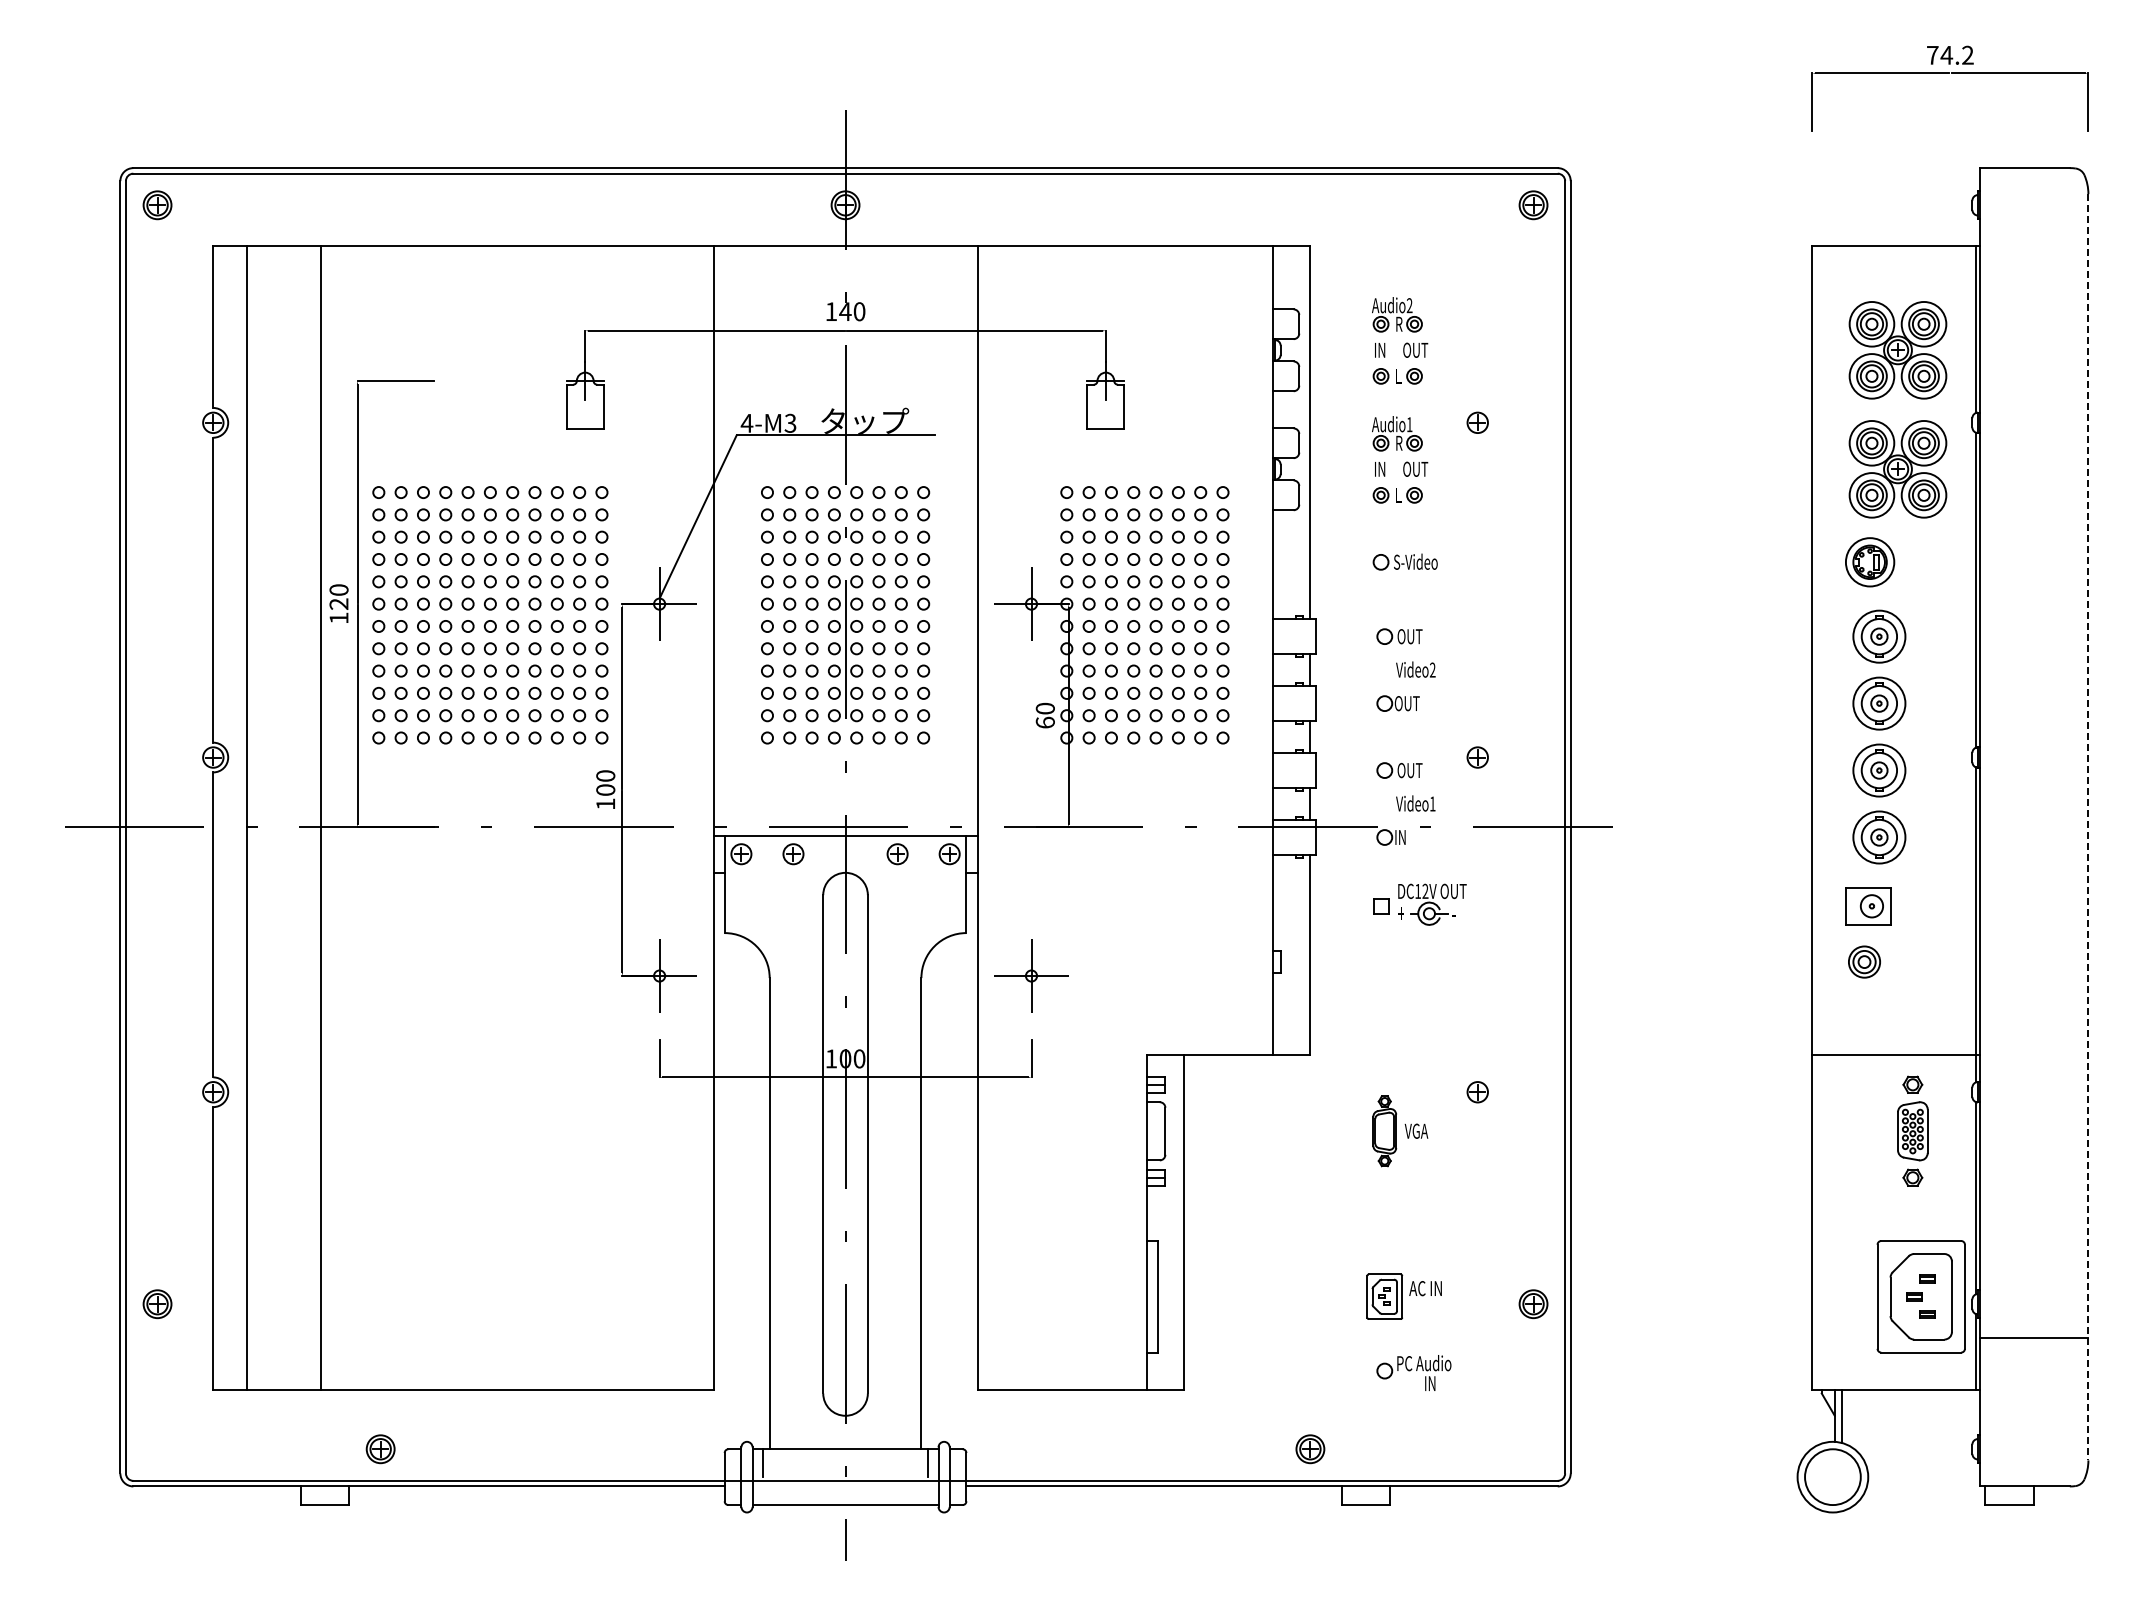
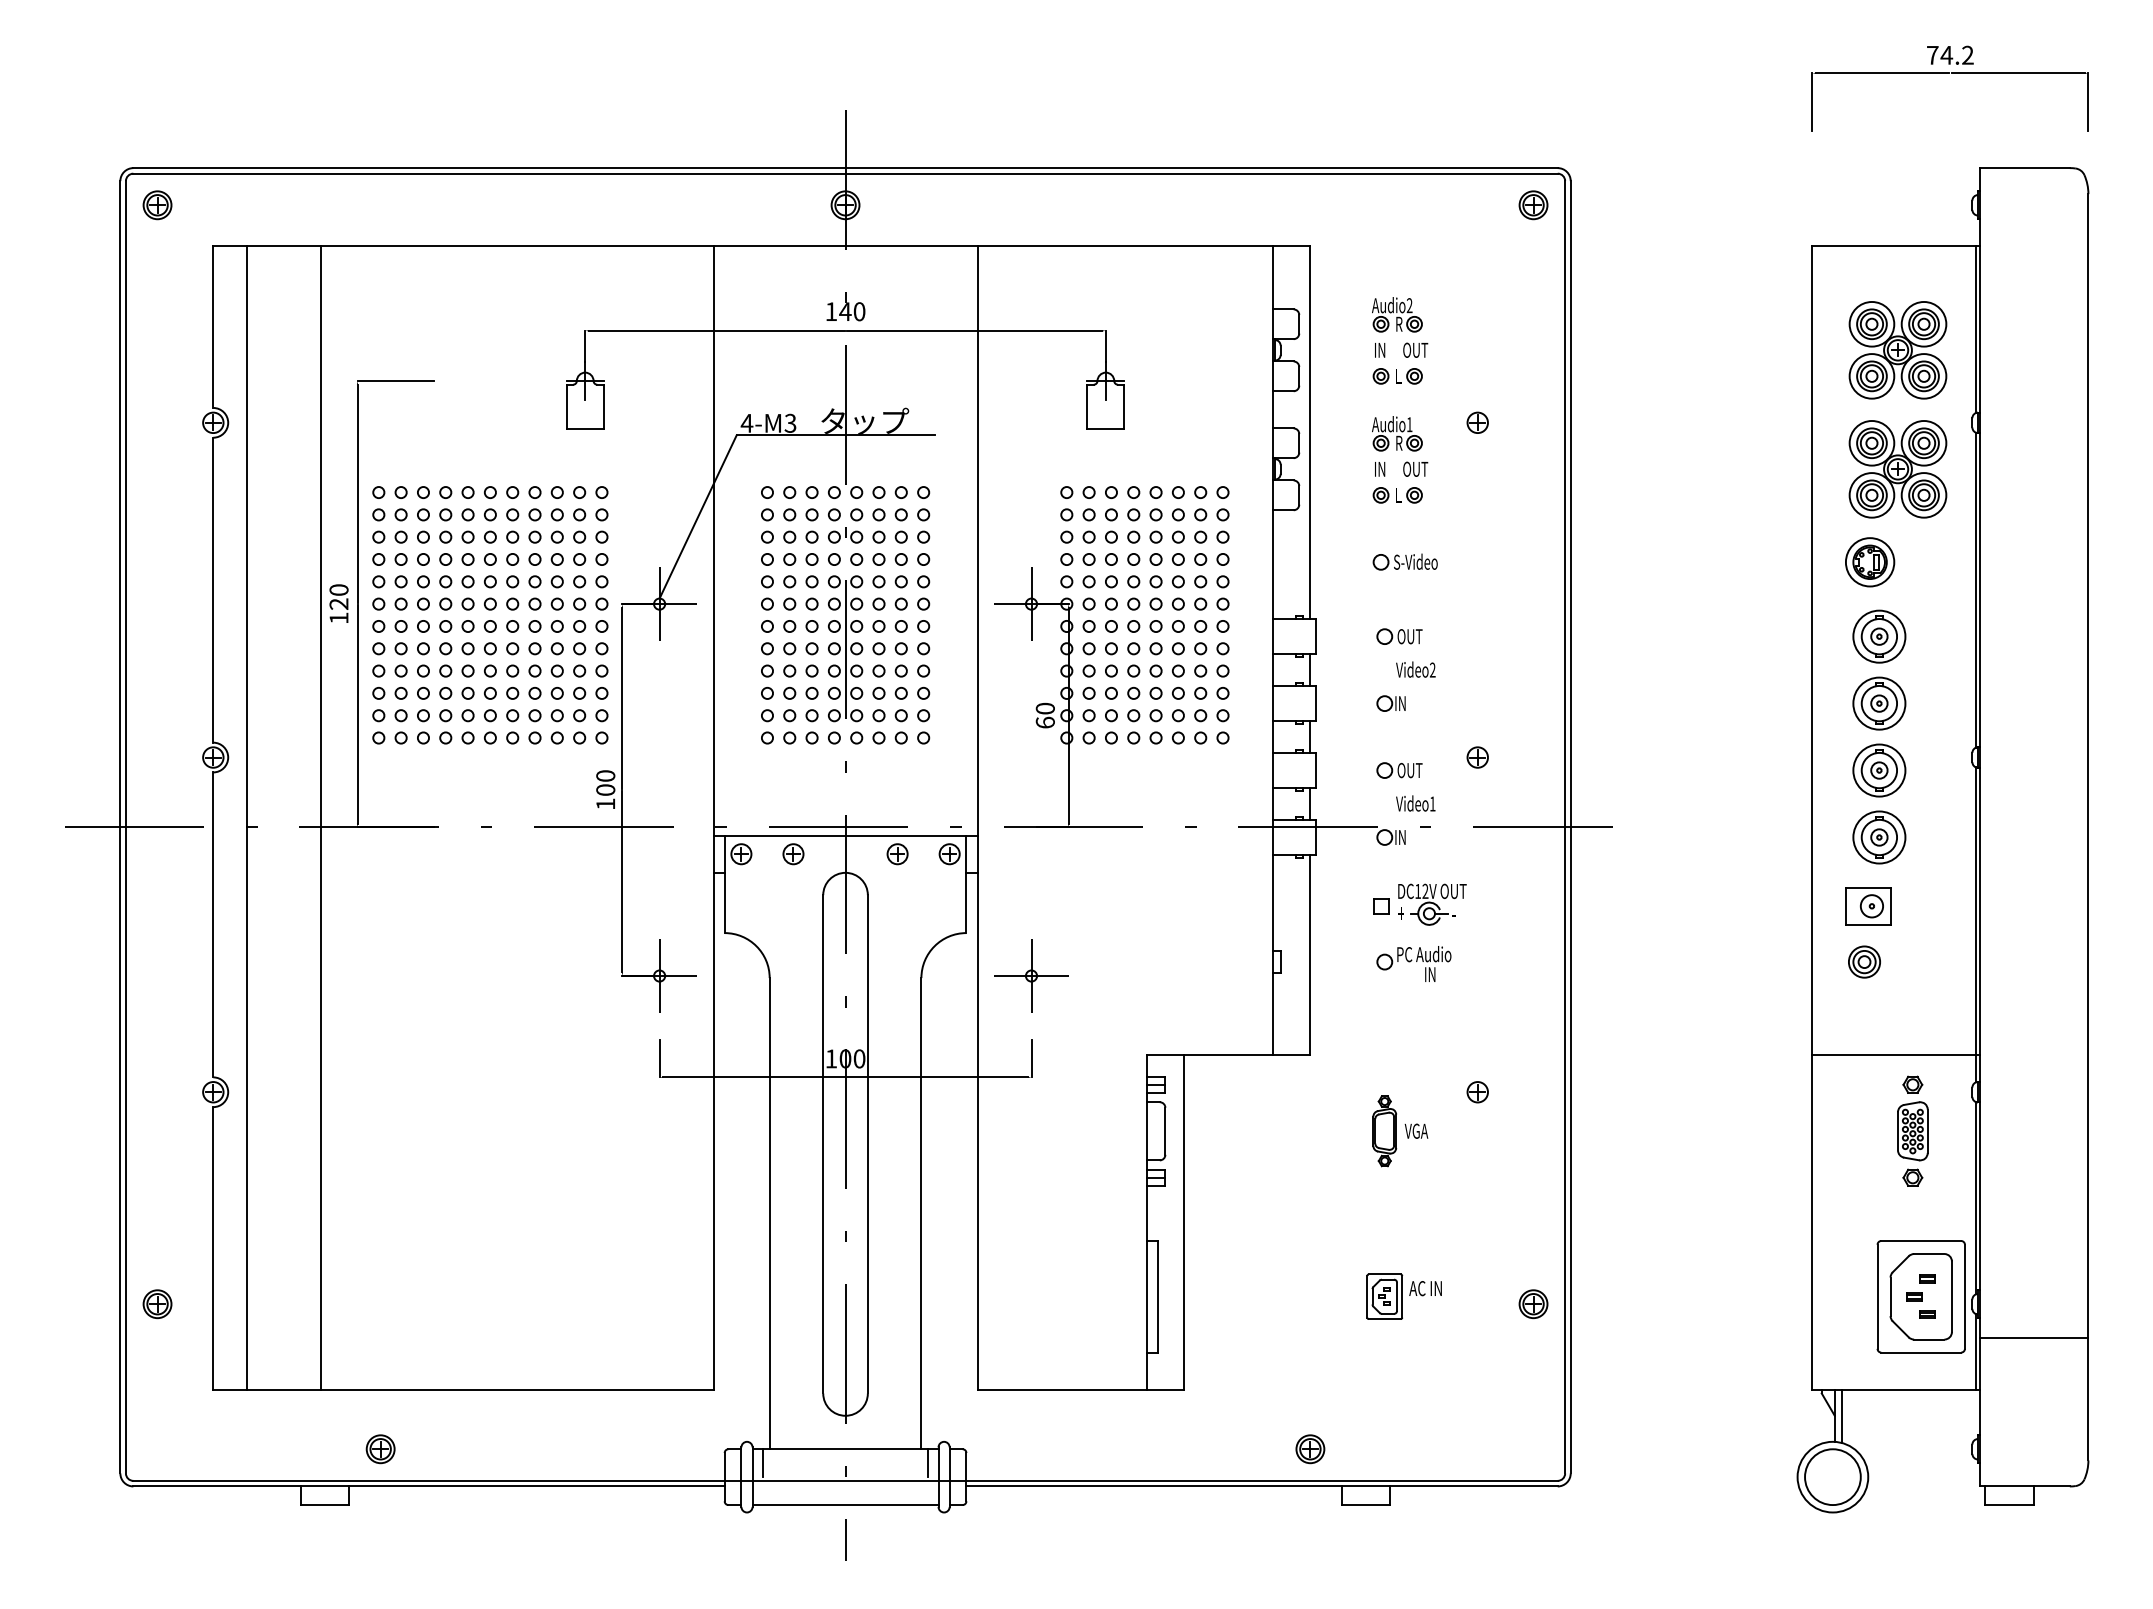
text at (1406, 703): OUT -> IN
line at (2088, 827): dashed -> solid
part at (1413, 1372) position: (1413, 1372) -> (1413, 963)
